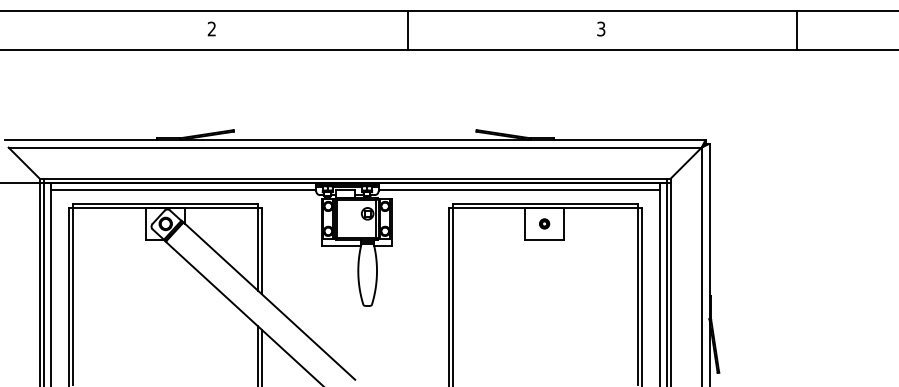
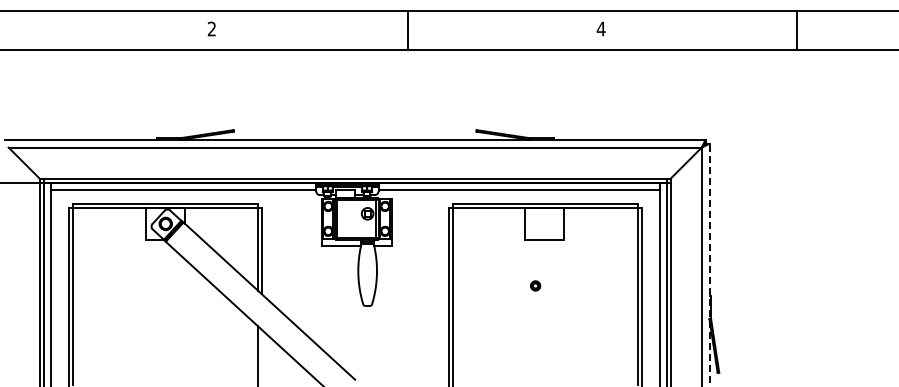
text at (600, 28): 3 -> 4
part at (544, 223) position: (544, 223) -> (535, 285)
line at (709, 264): solid -> dashed
line at (261, 356): present -> none
